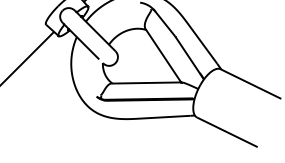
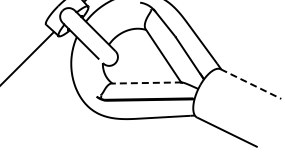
line at (146, 83): solid -> dashed
line at (251, 84): solid -> dashed
